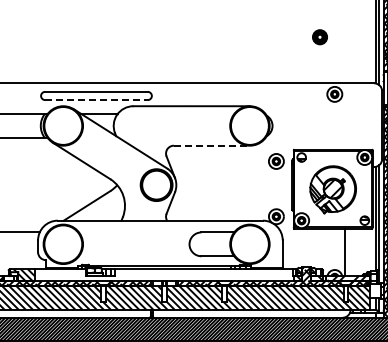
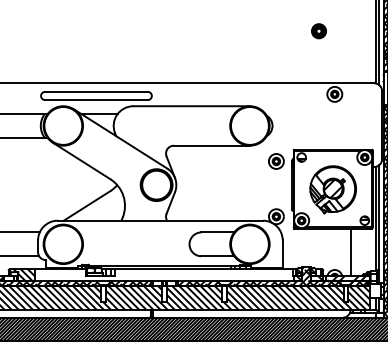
part at (319, 37) position: (319, 37) -> (318, 31)
line at (96, 100): dashed -> solid
line at (211, 145): dashed -> solid
line at (344, 251) position: (344, 251) -> (350, 251)
line at (20, 256): none -> present
